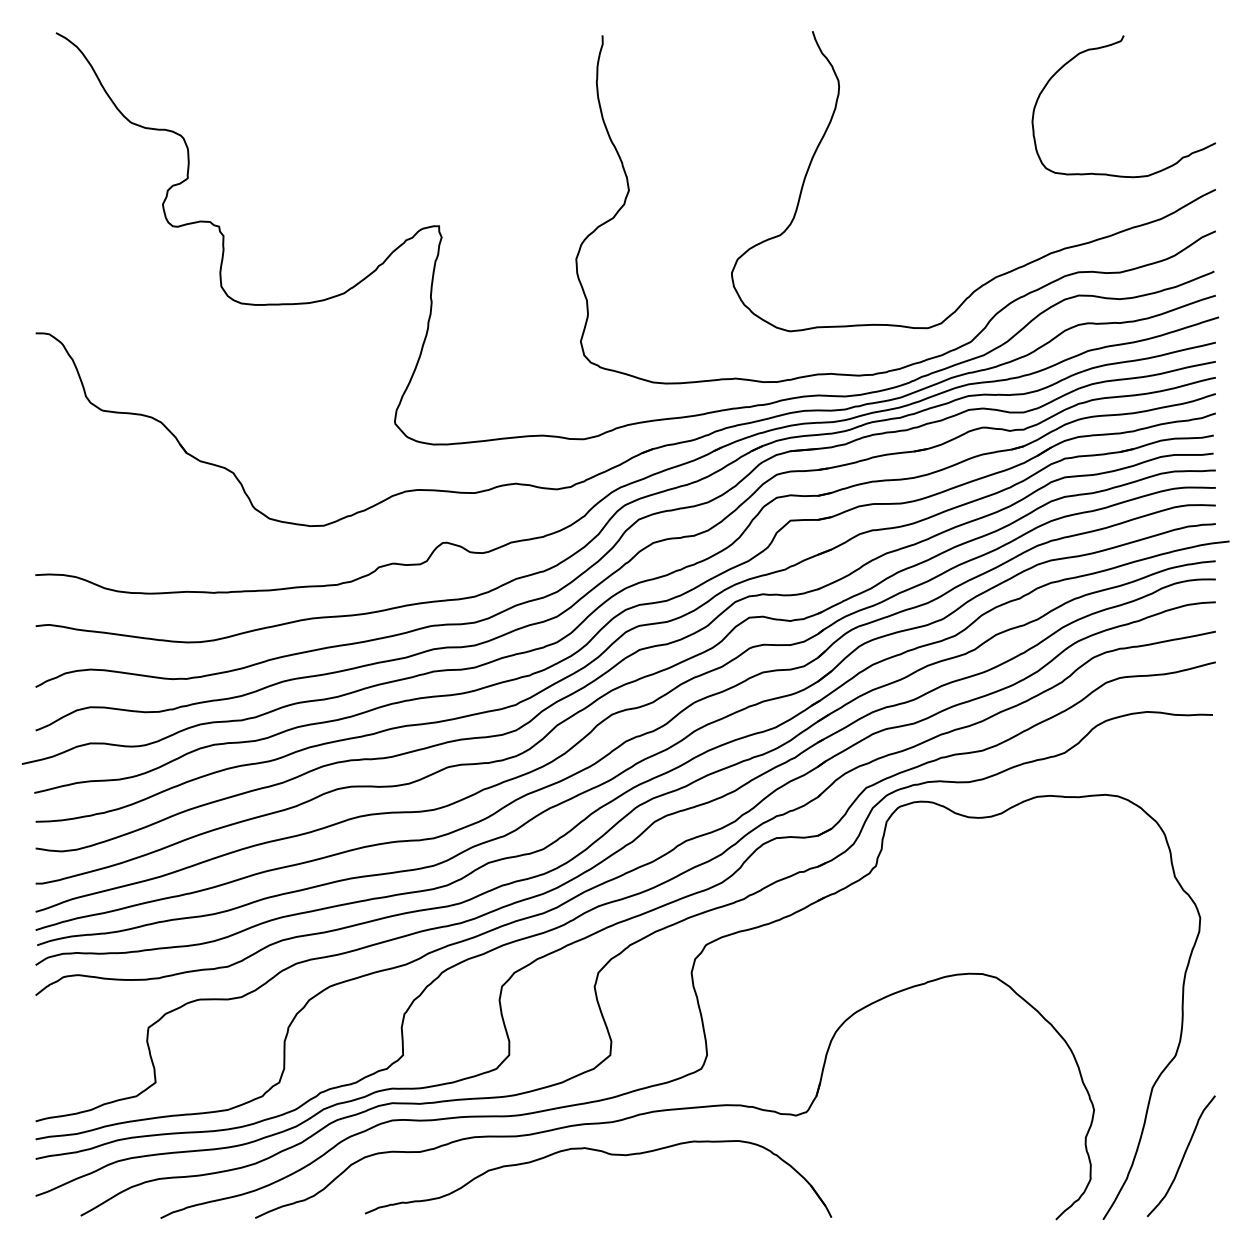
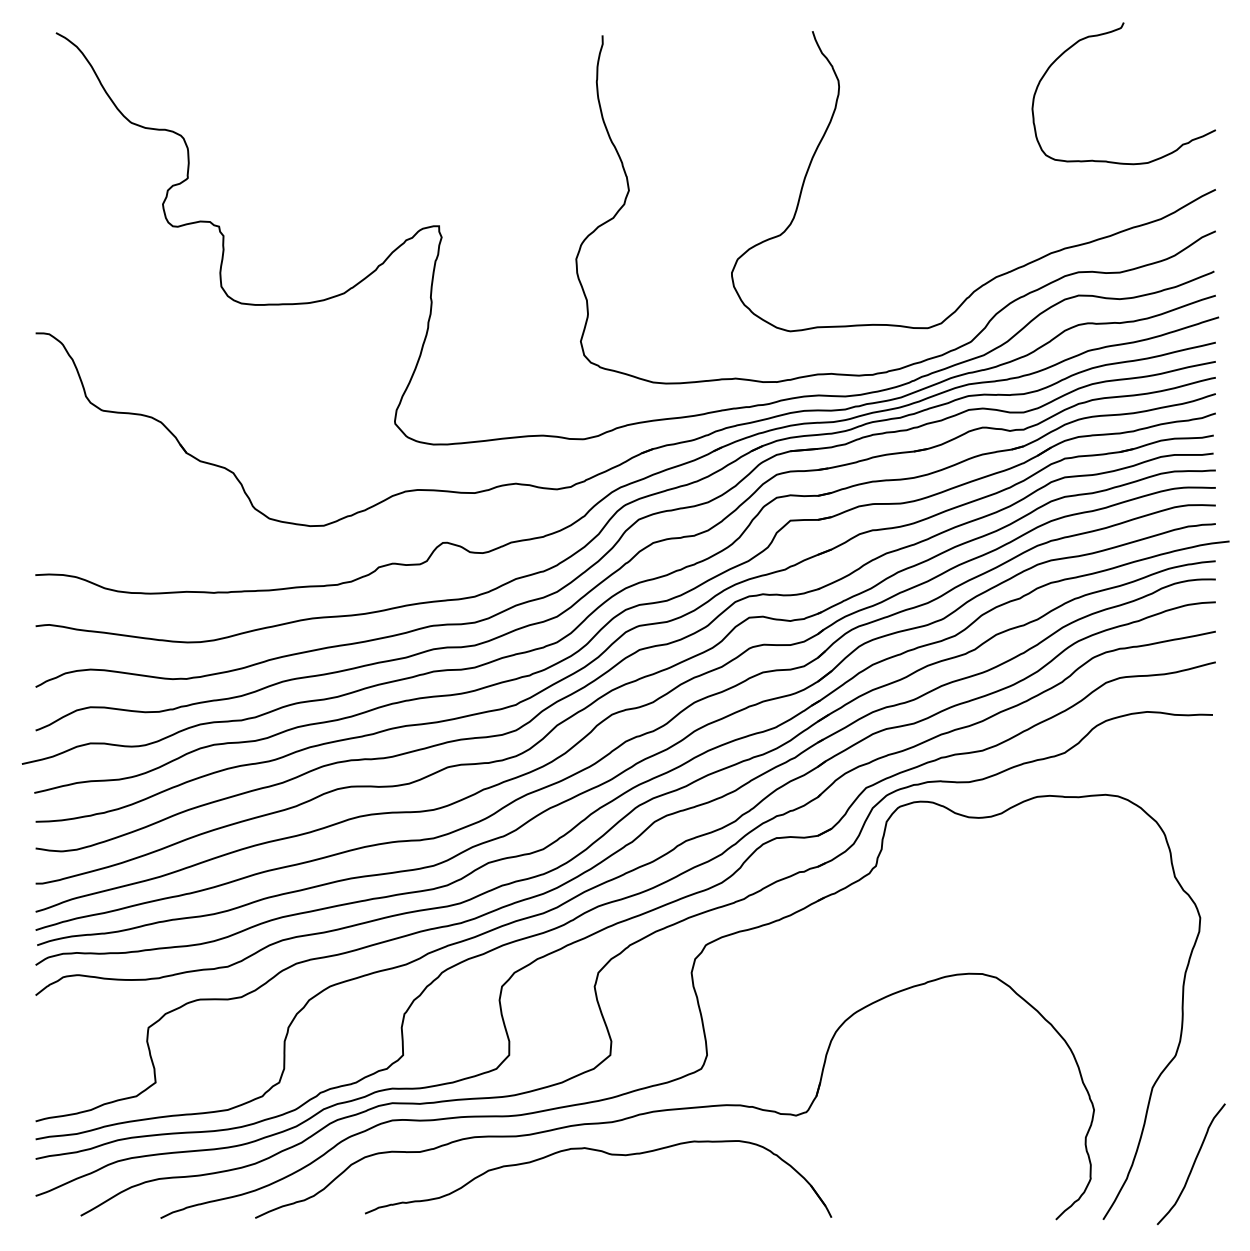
curve at (1106, 47) position: (1106, 47) -> (1106, 34)
curve at (1182, 1156) position: (1182, 1156) -> (1192, 1164)
